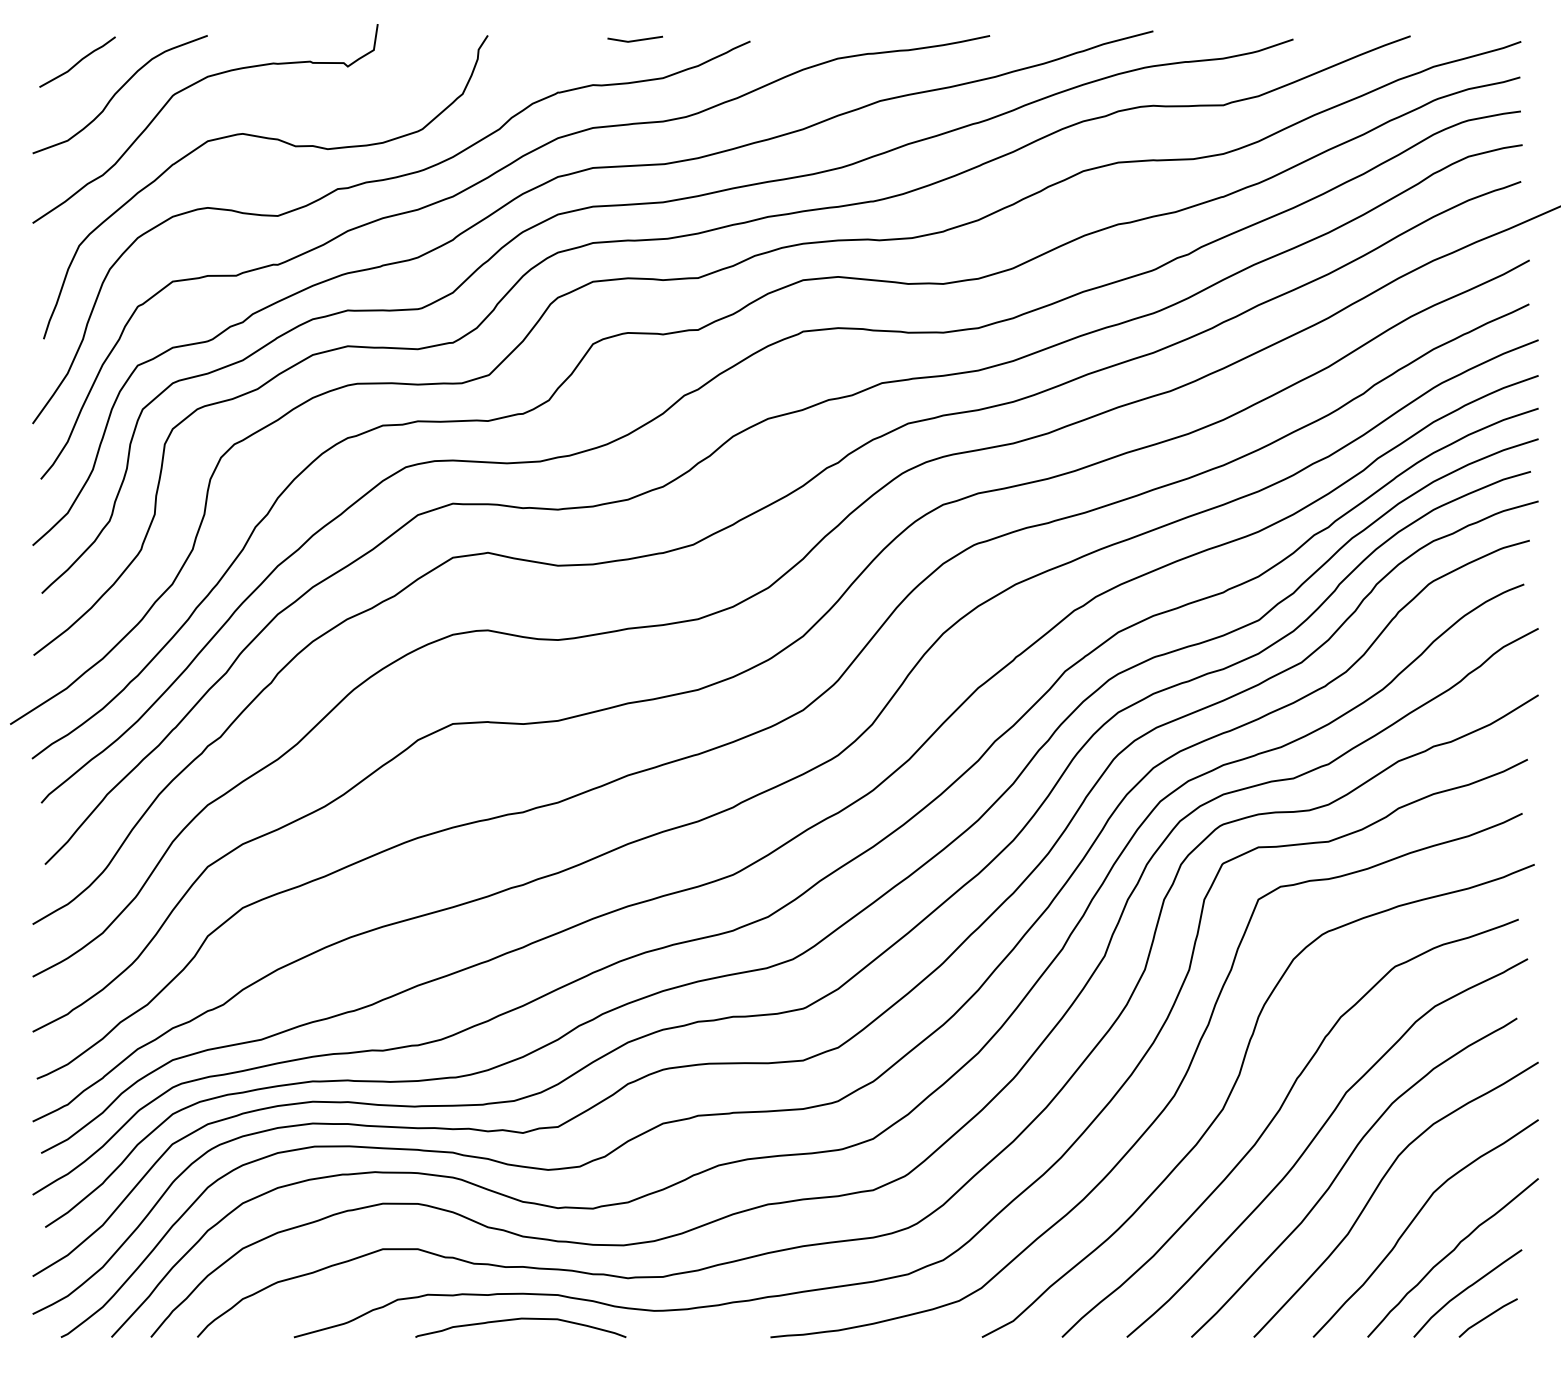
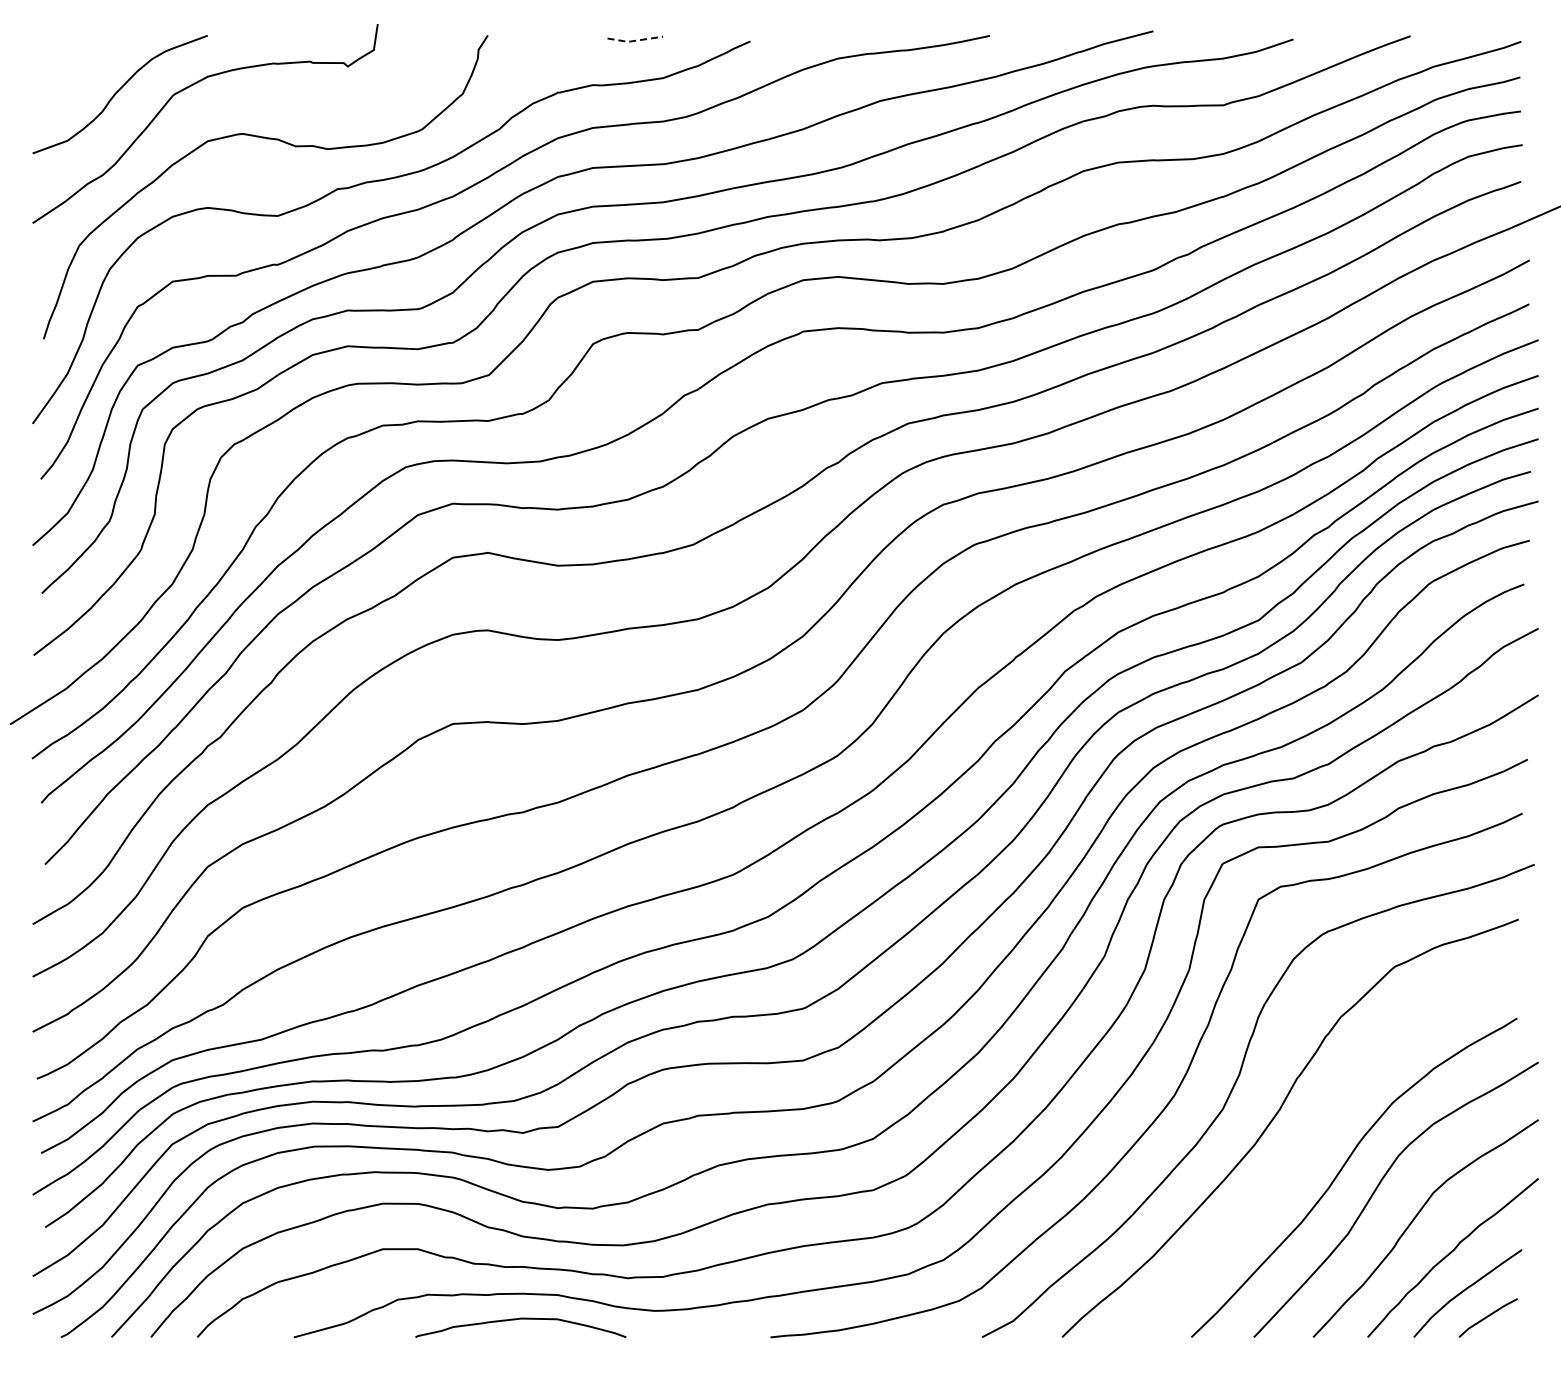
line at (634, 40): solid -> dashed
curve at (78, 61): present -> none
curve at (1315, 1138): present -> none
